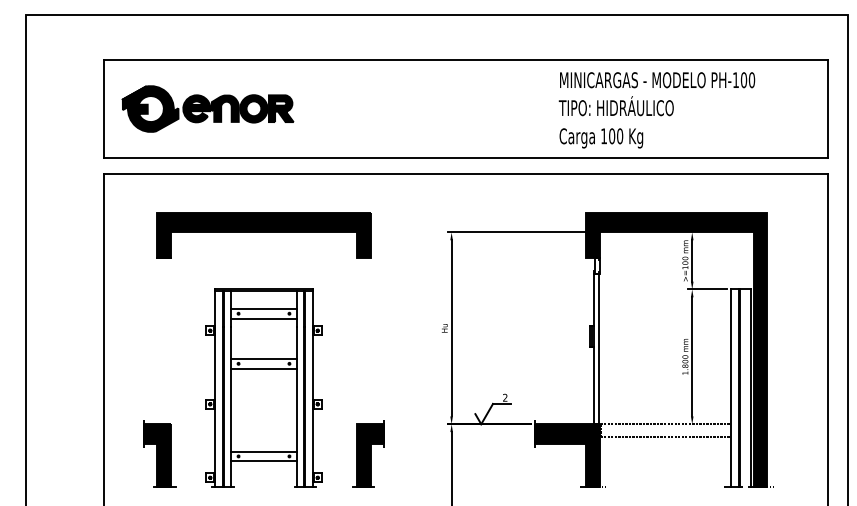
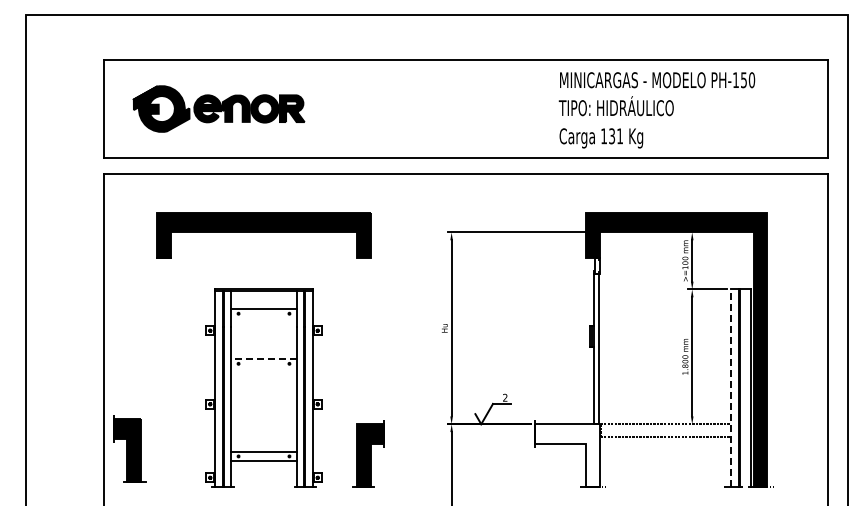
text at (743, 80): PH-100 -> PH-150
part at (207, 108) position: (207, 108) -> (218, 108)
text at (616, 136): 100 -> 131
line at (263, 318): present -> none
line at (263, 358): solid -> dashed
line at (263, 368): present -> none
line at (731, 388): solid -> dashed
part at (159, 453) position: (159, 453) -> (129, 448)
fill at (567, 455): present -> none
